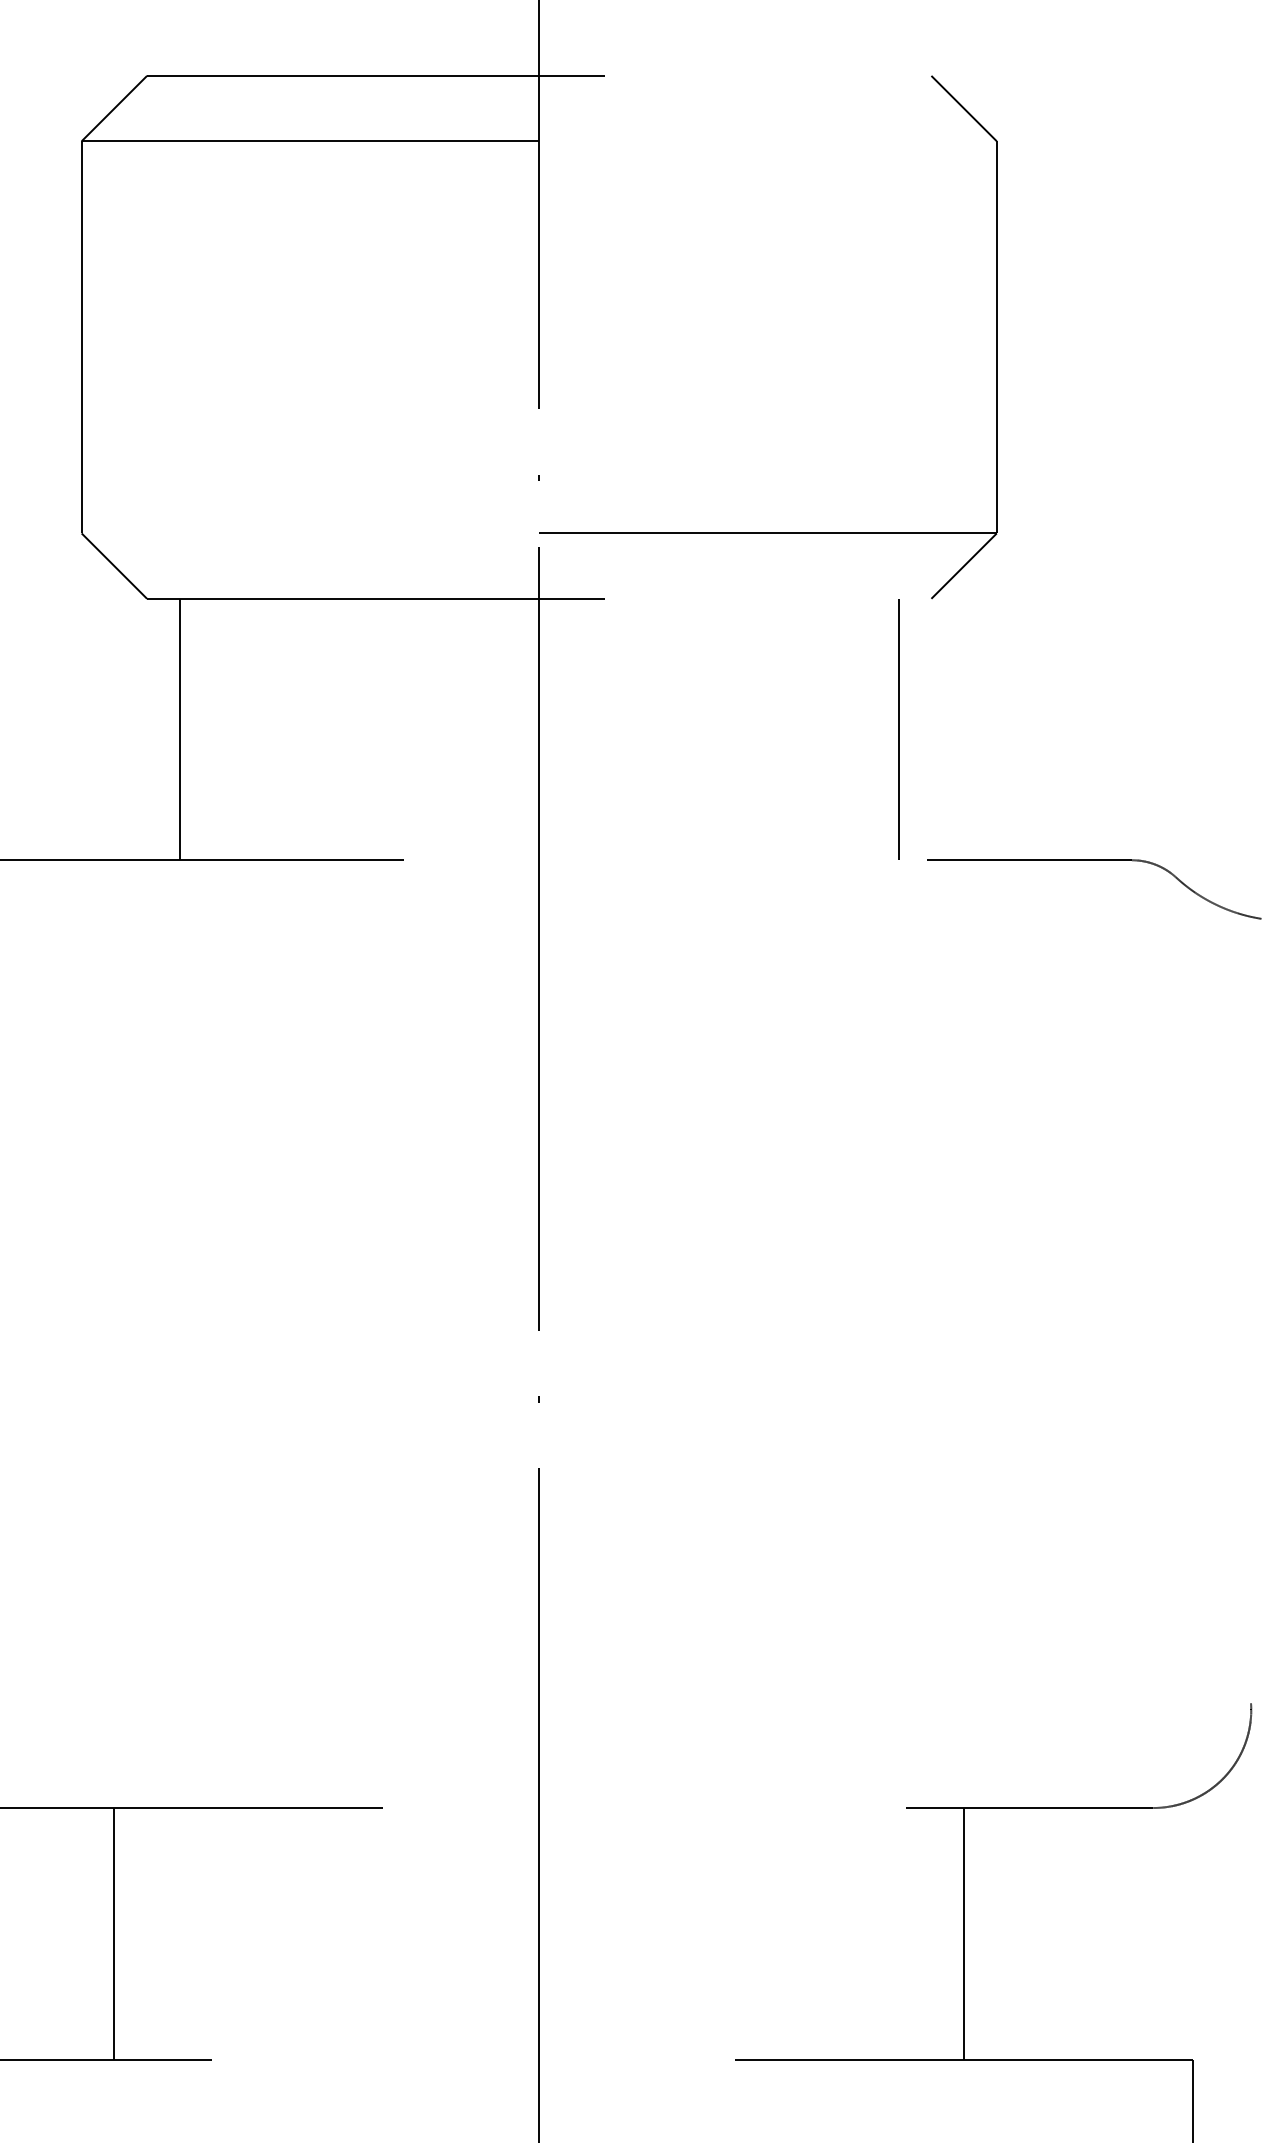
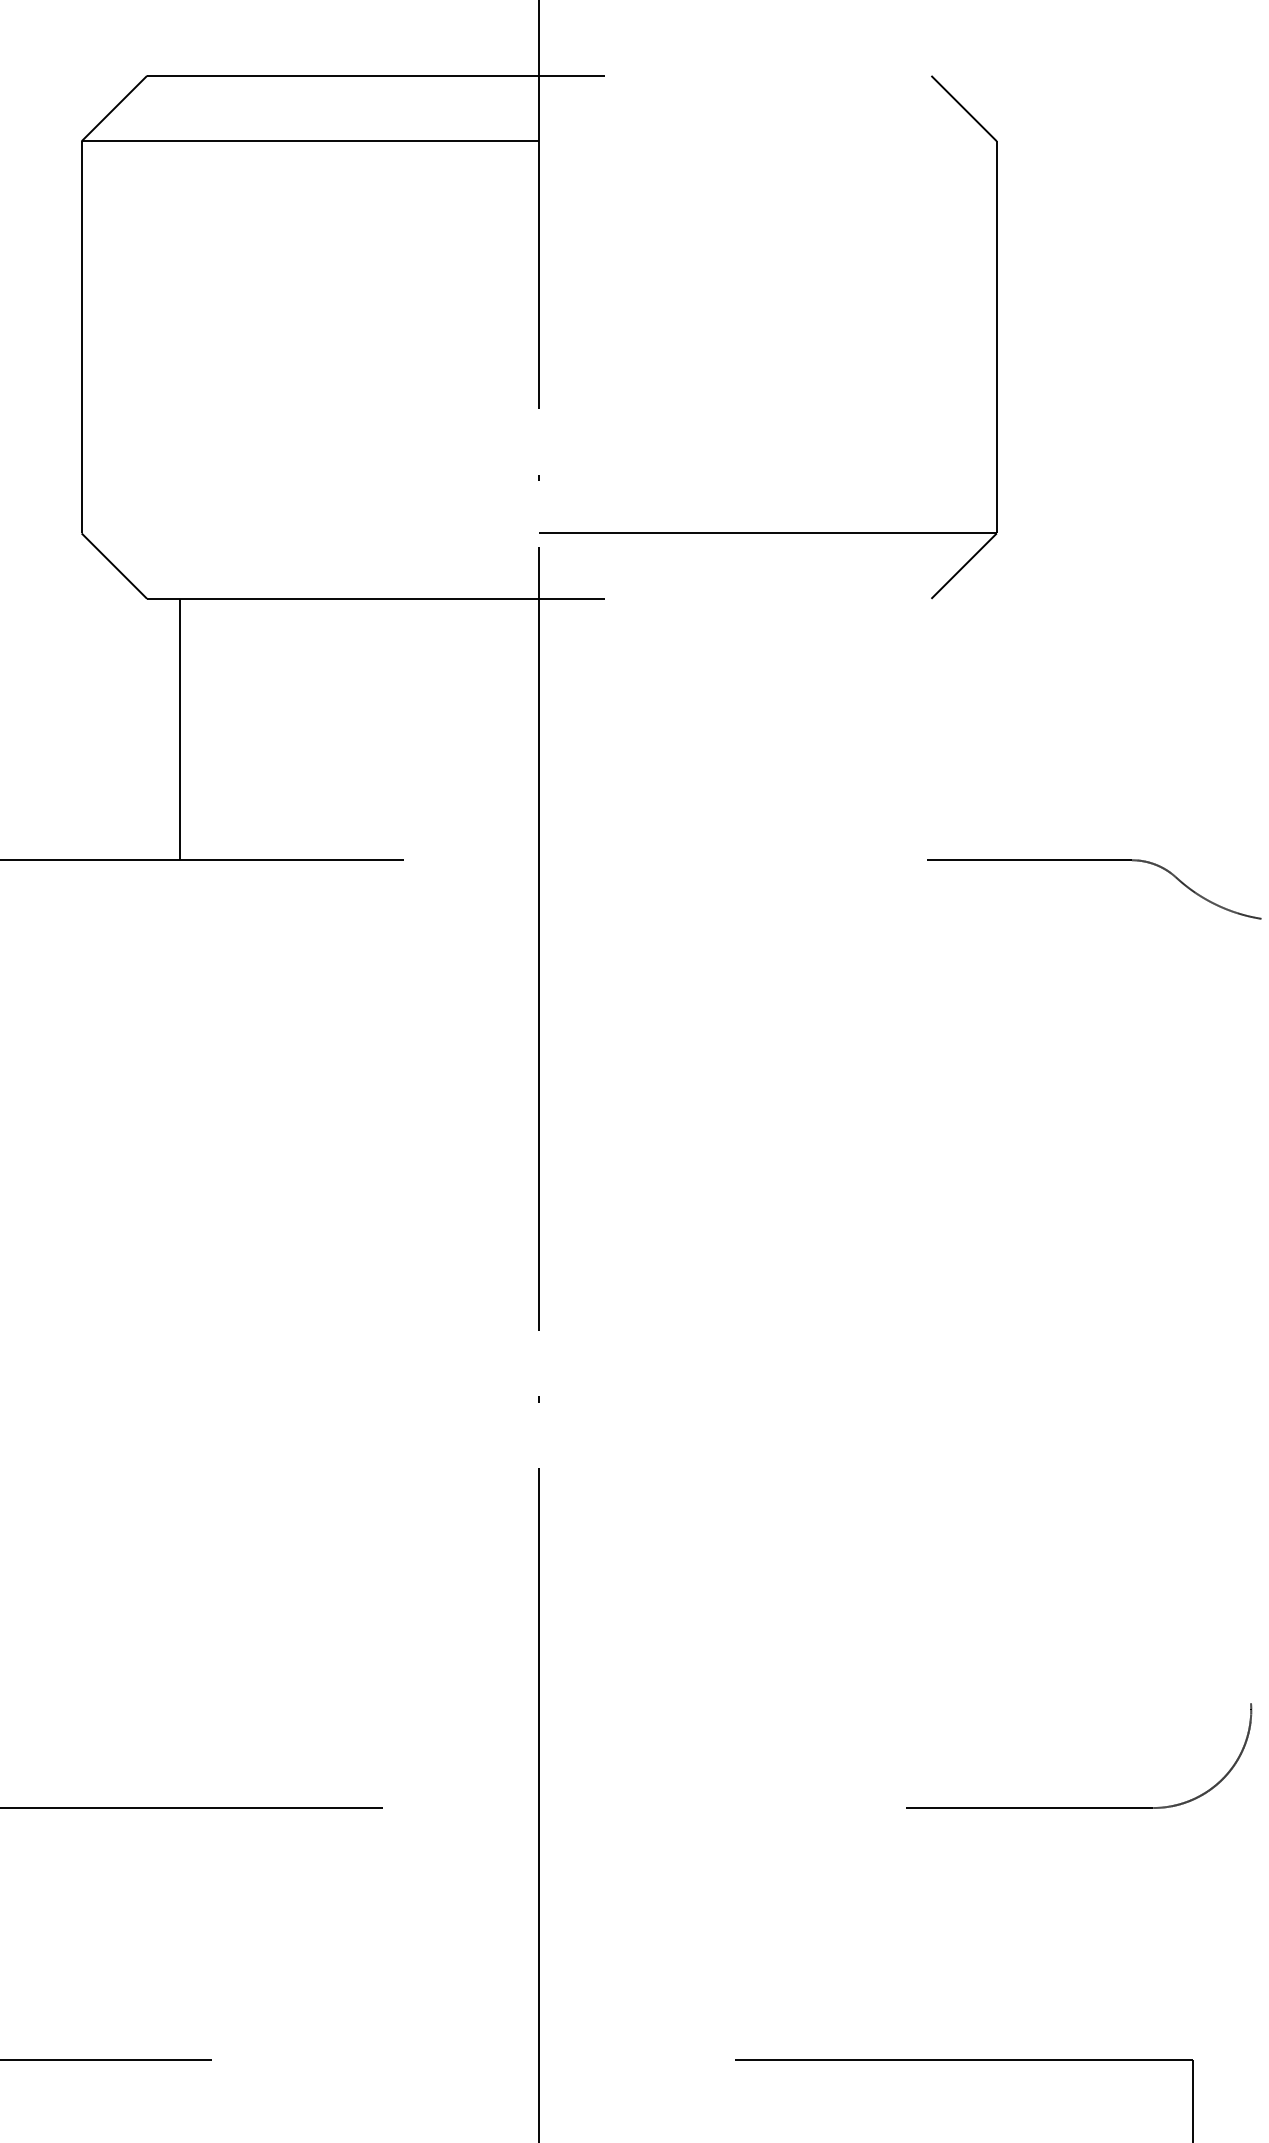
line at (898, 729): present -> none
line at (114, 1933): present -> none
line at (964, 1933): present -> none
